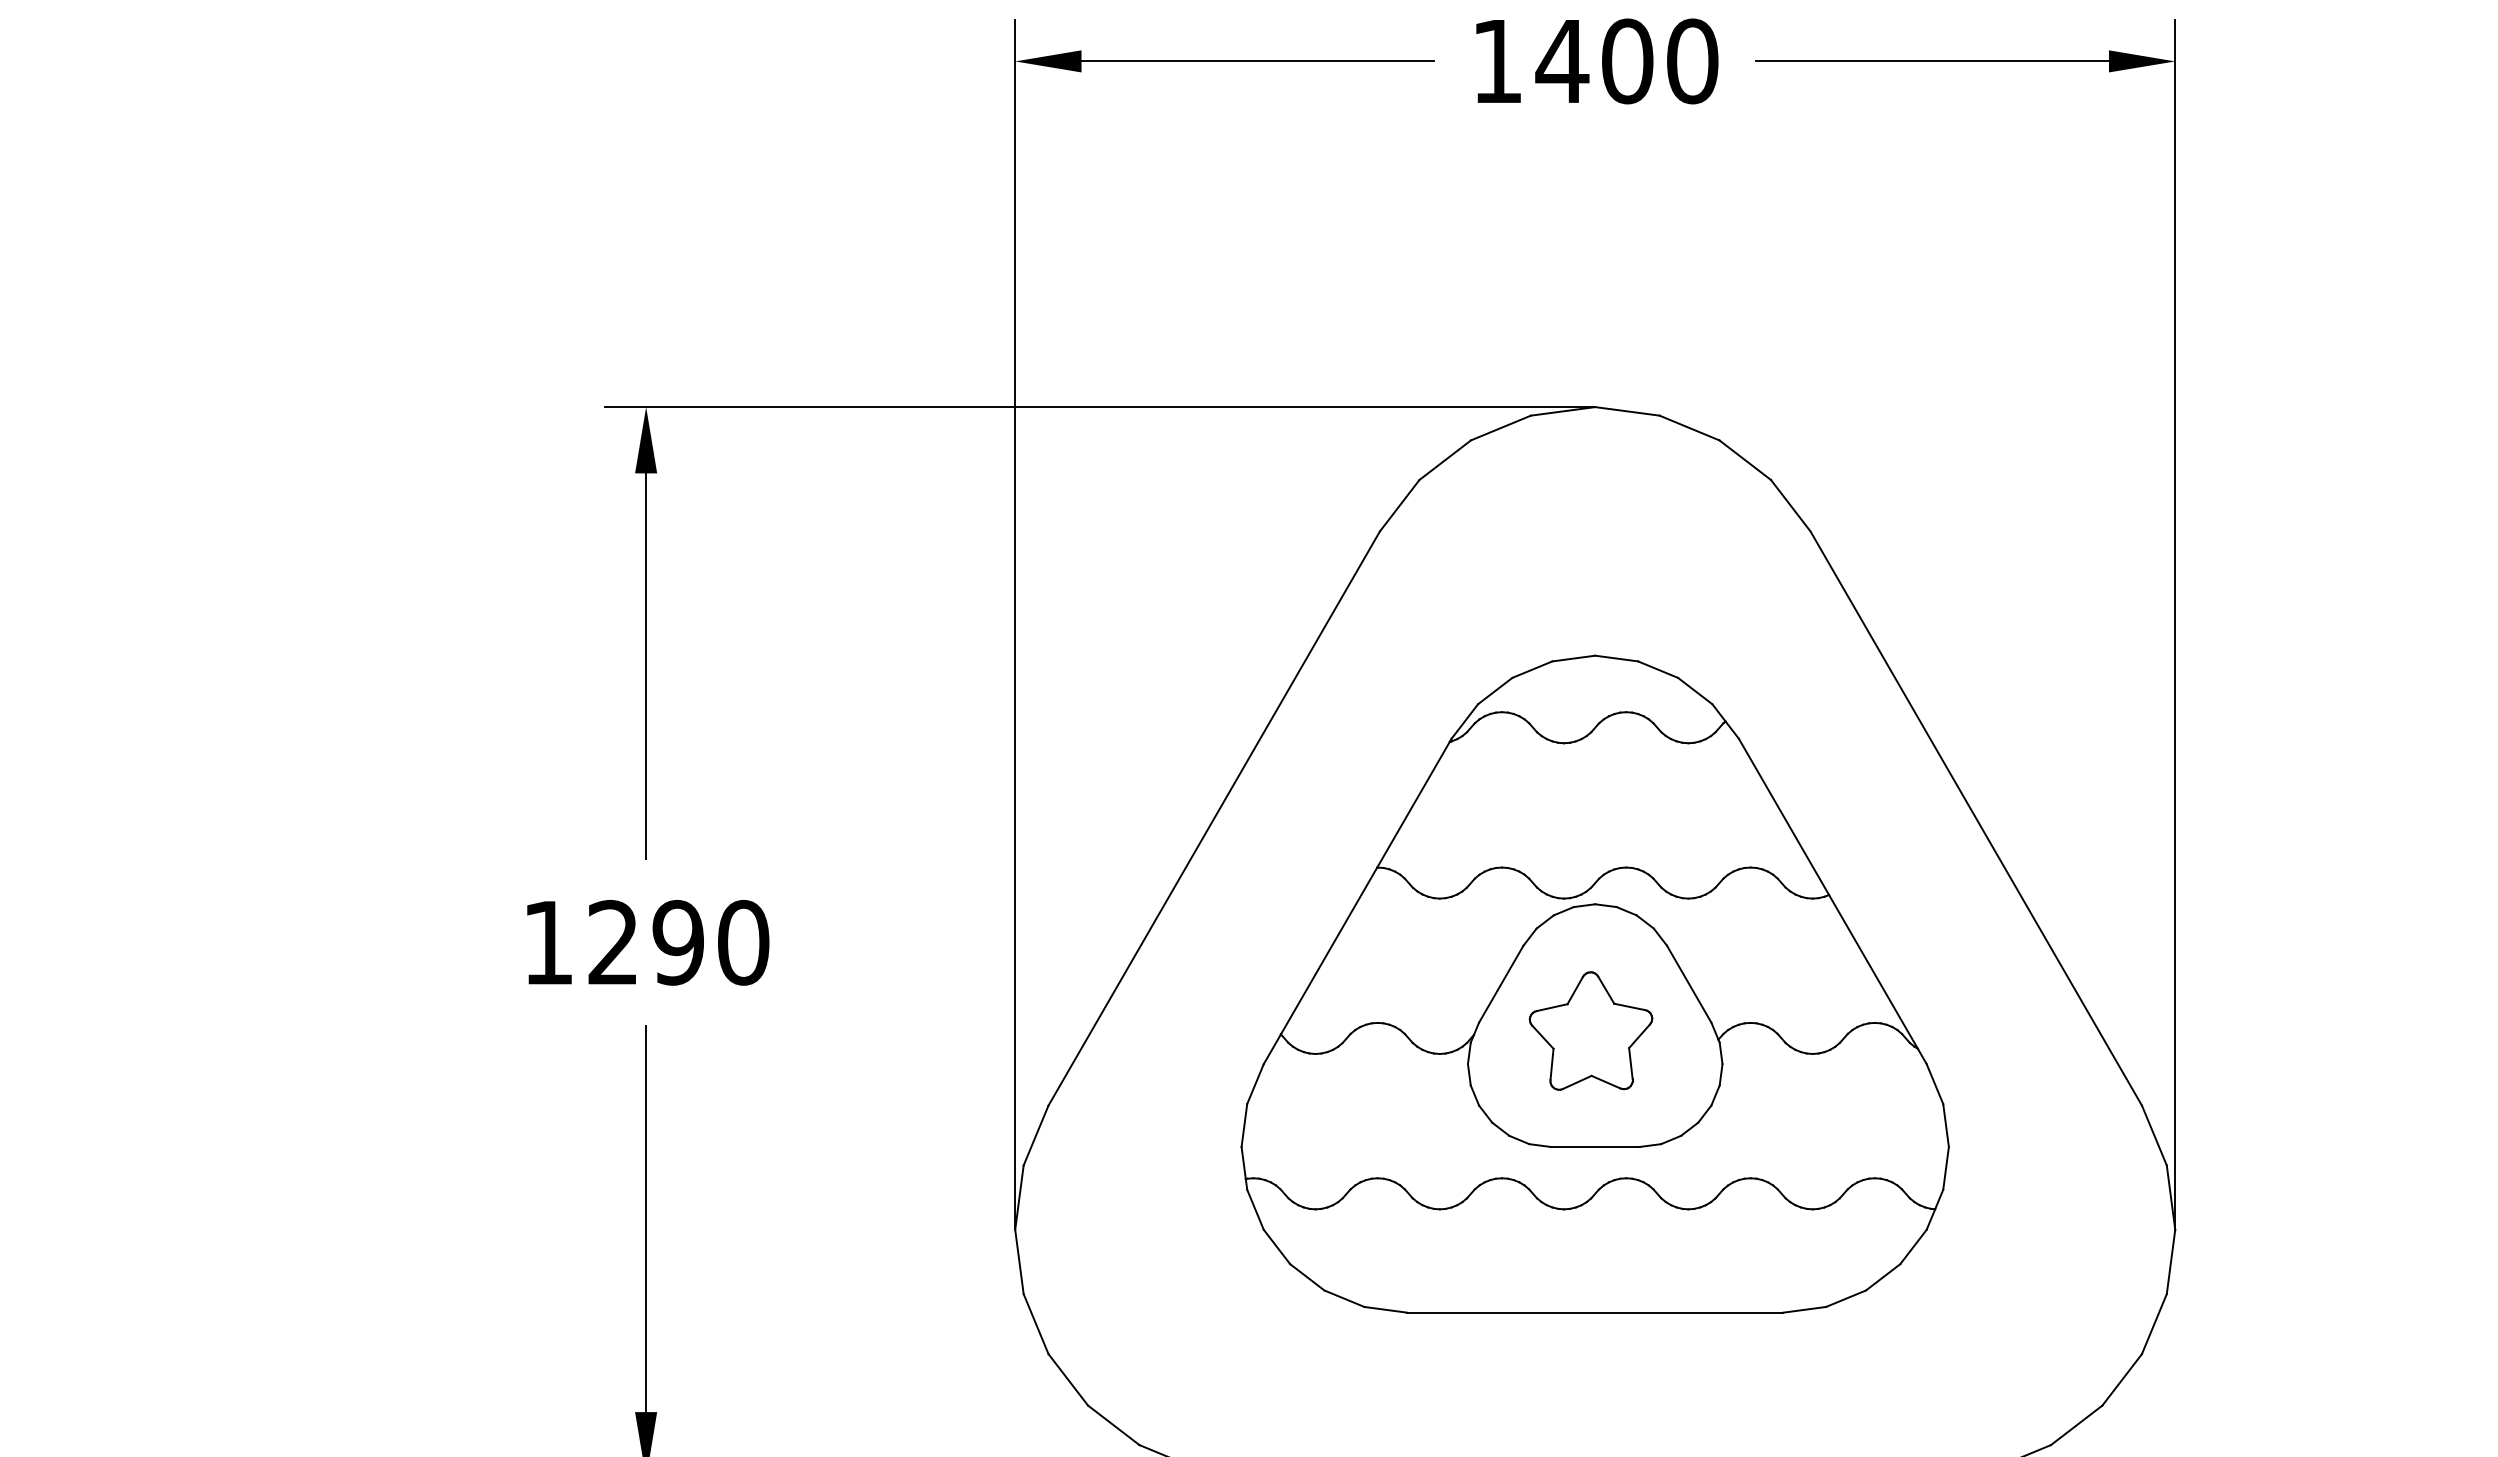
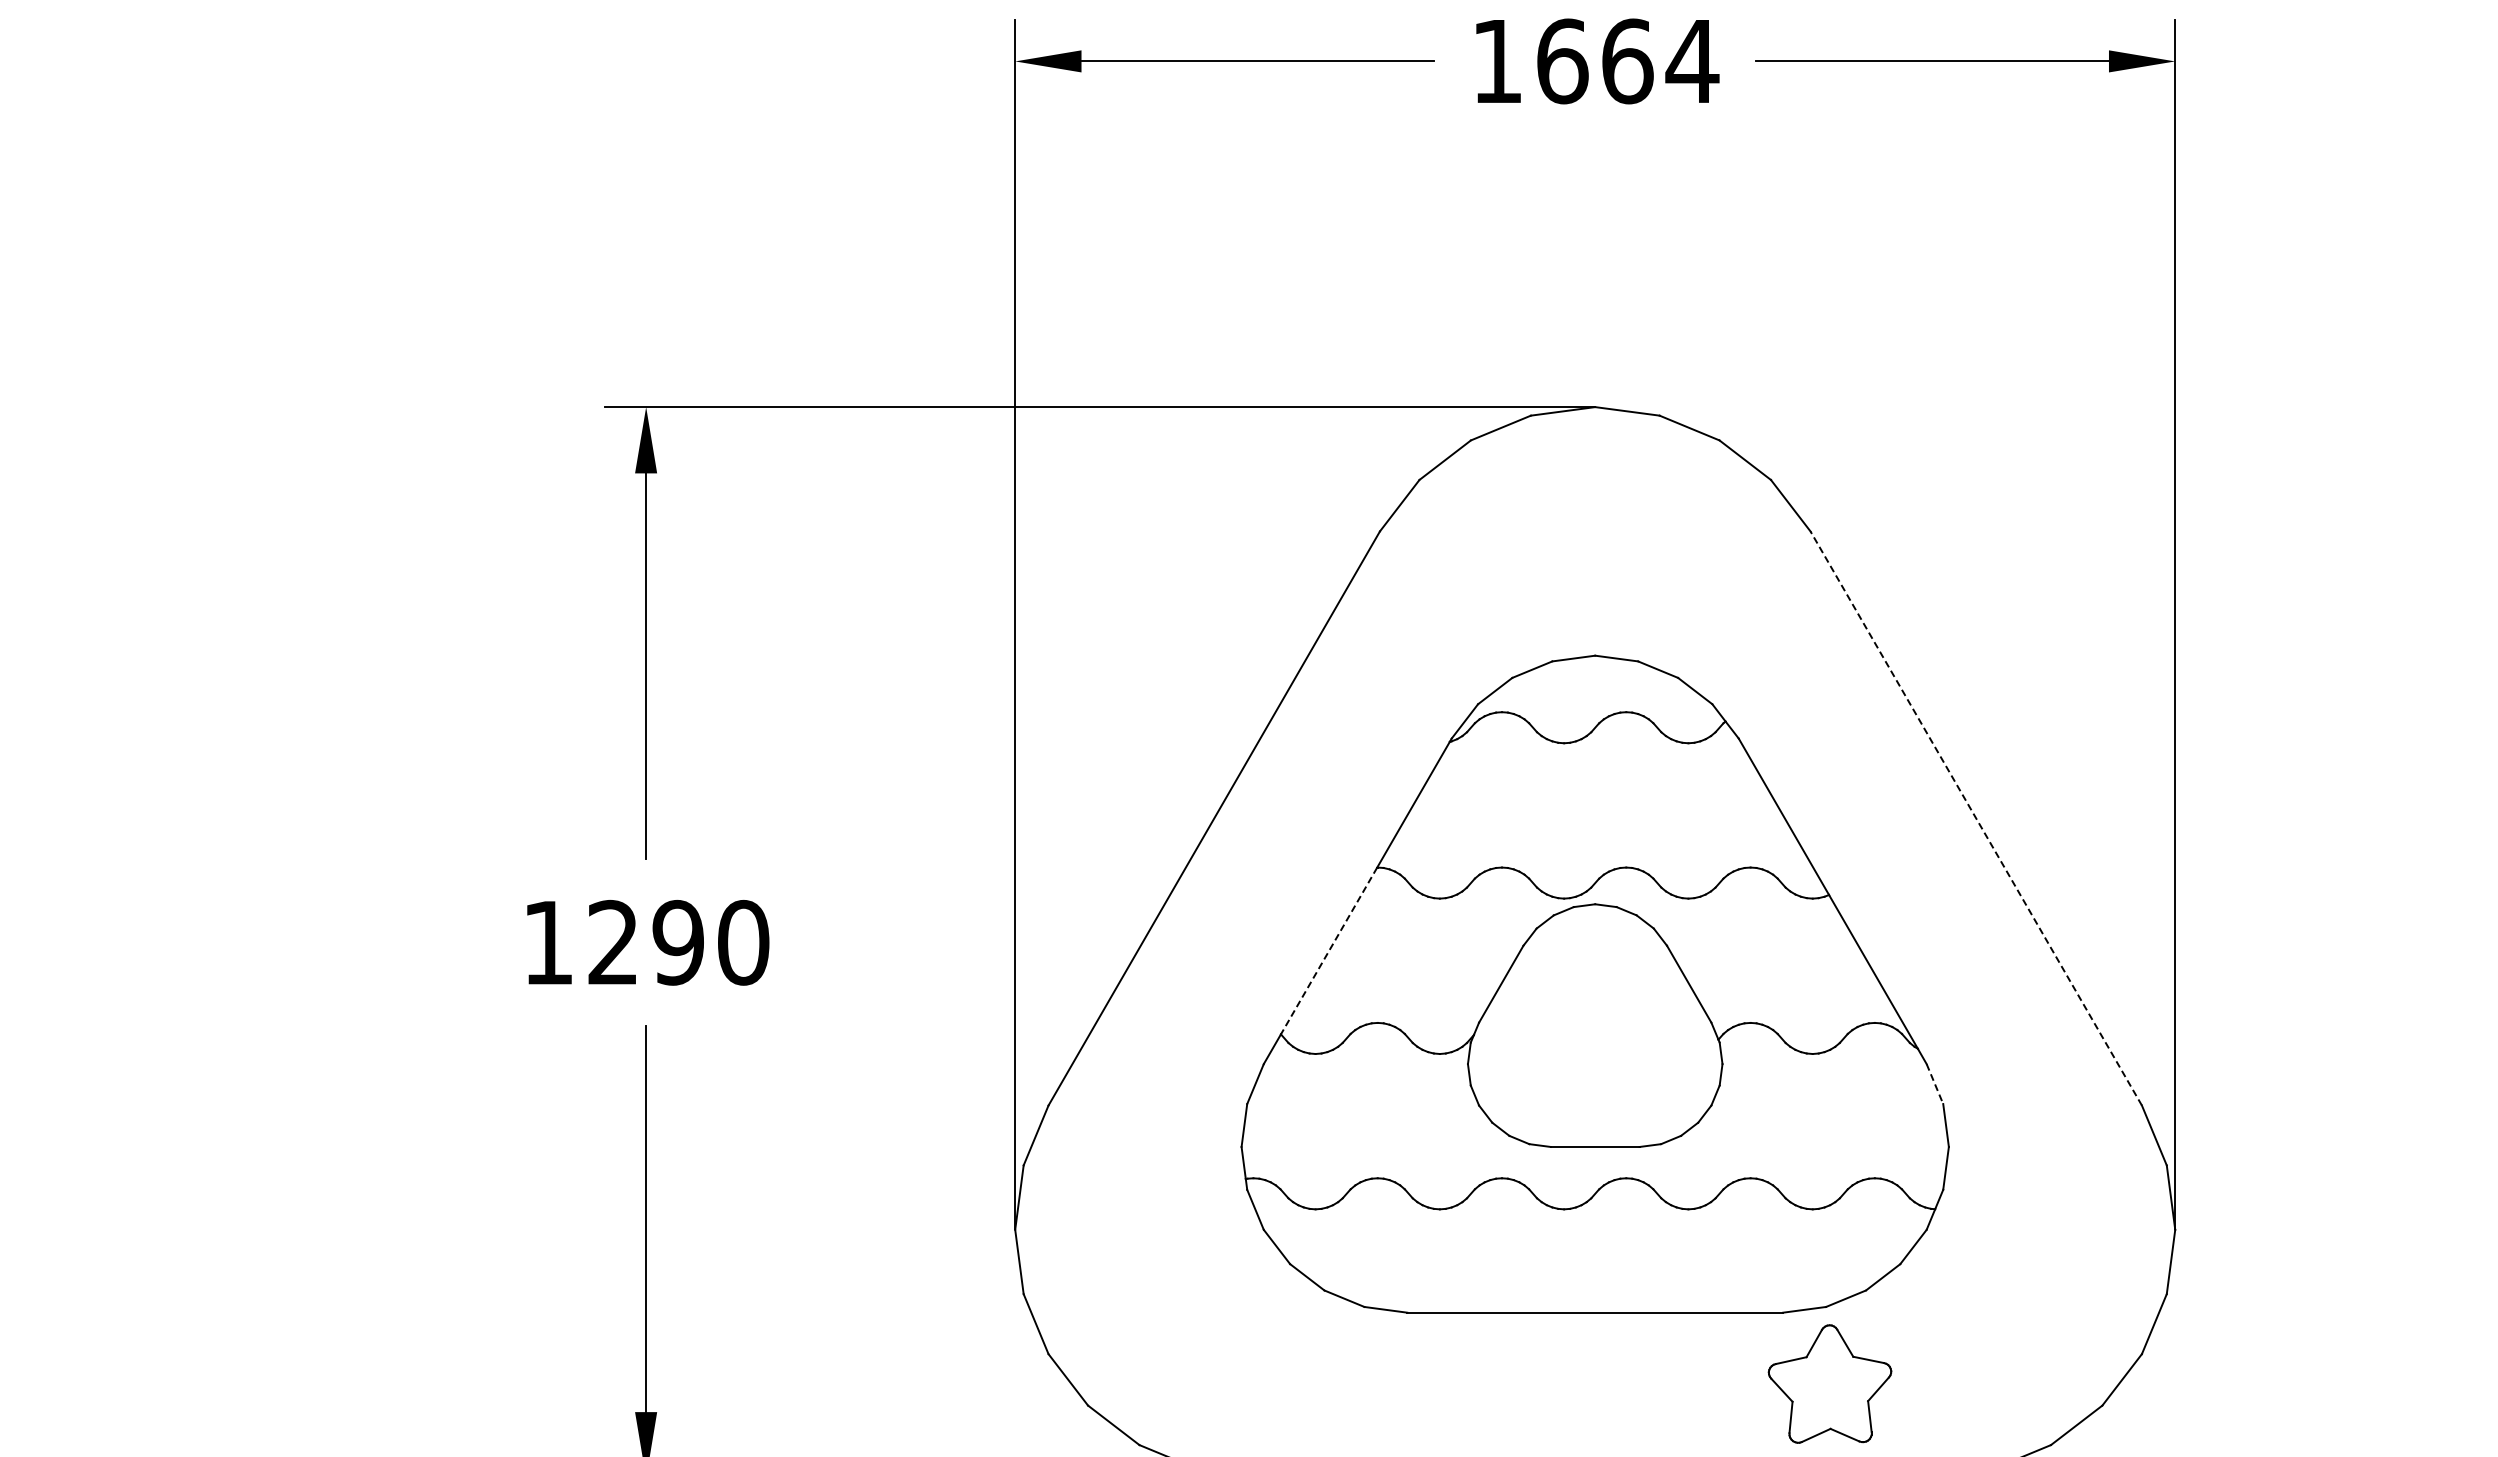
text at (1627, 61): 1400 -> 1664
line at (1975, 818): solid -> dashed
line at (1328, 951): solid -> dashed
part at (1590, 1030) position: (1590, 1030) -> (1829, 1383)
line at (1934, 1084): solid -> dashed
